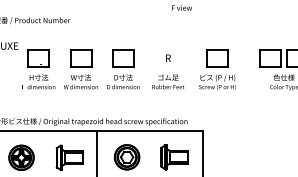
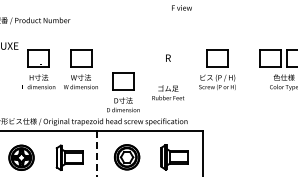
part at (123, 69) position: (123, 69) -> (123, 92)
text at (168, 81) position: (168, 81) -> (168, 92)
line at (97, 153): solid -> dashed
